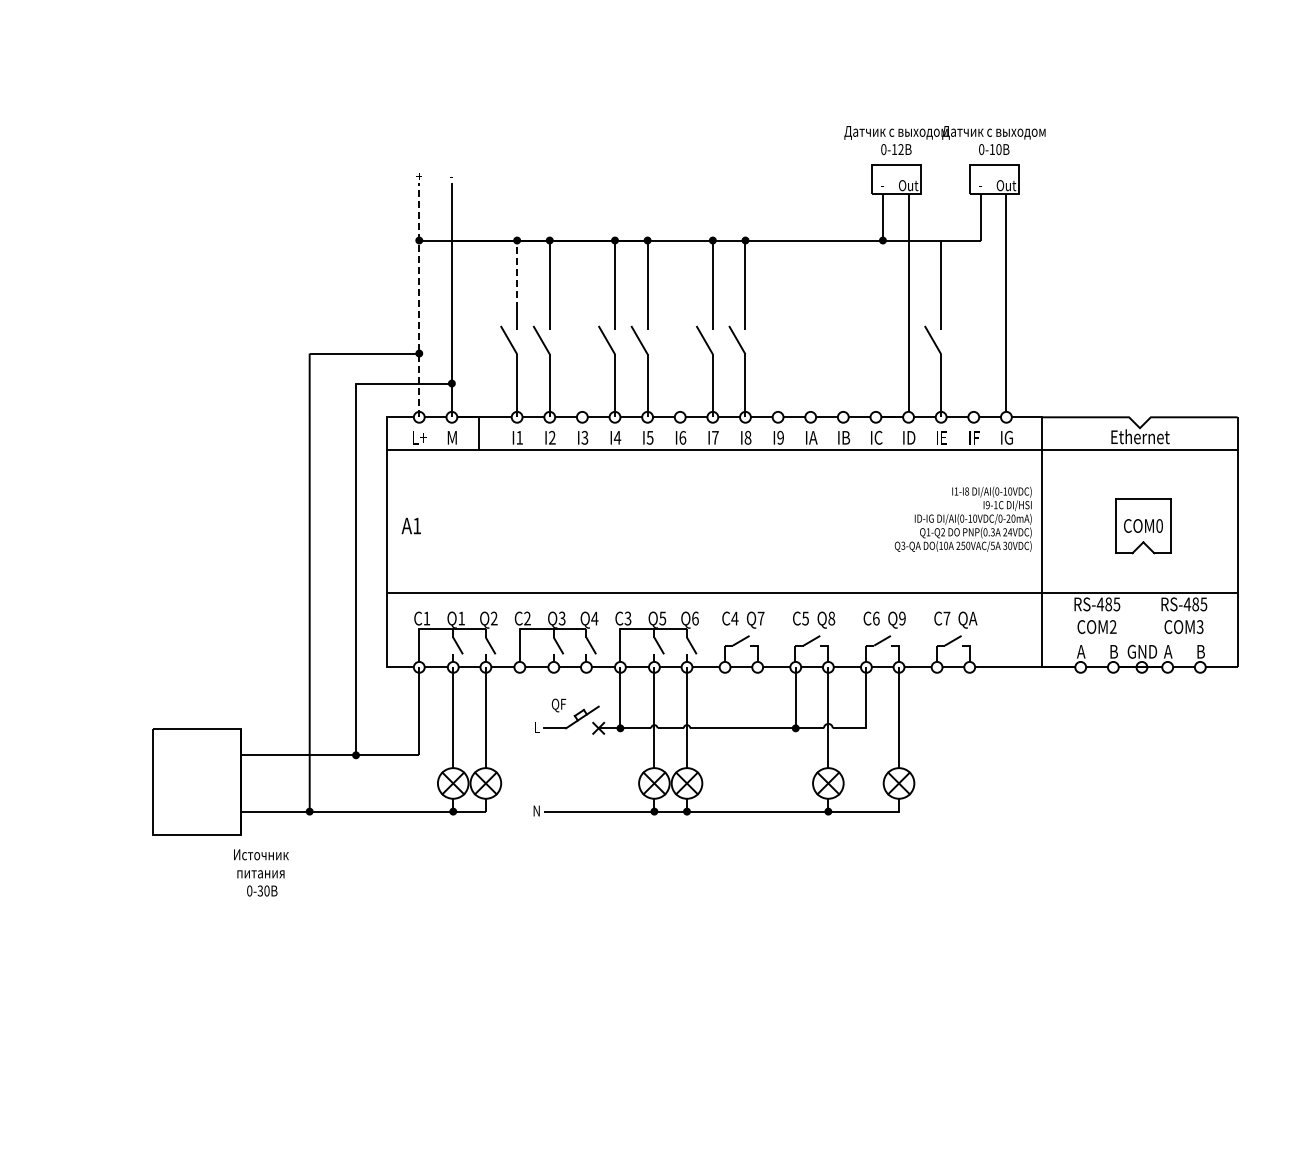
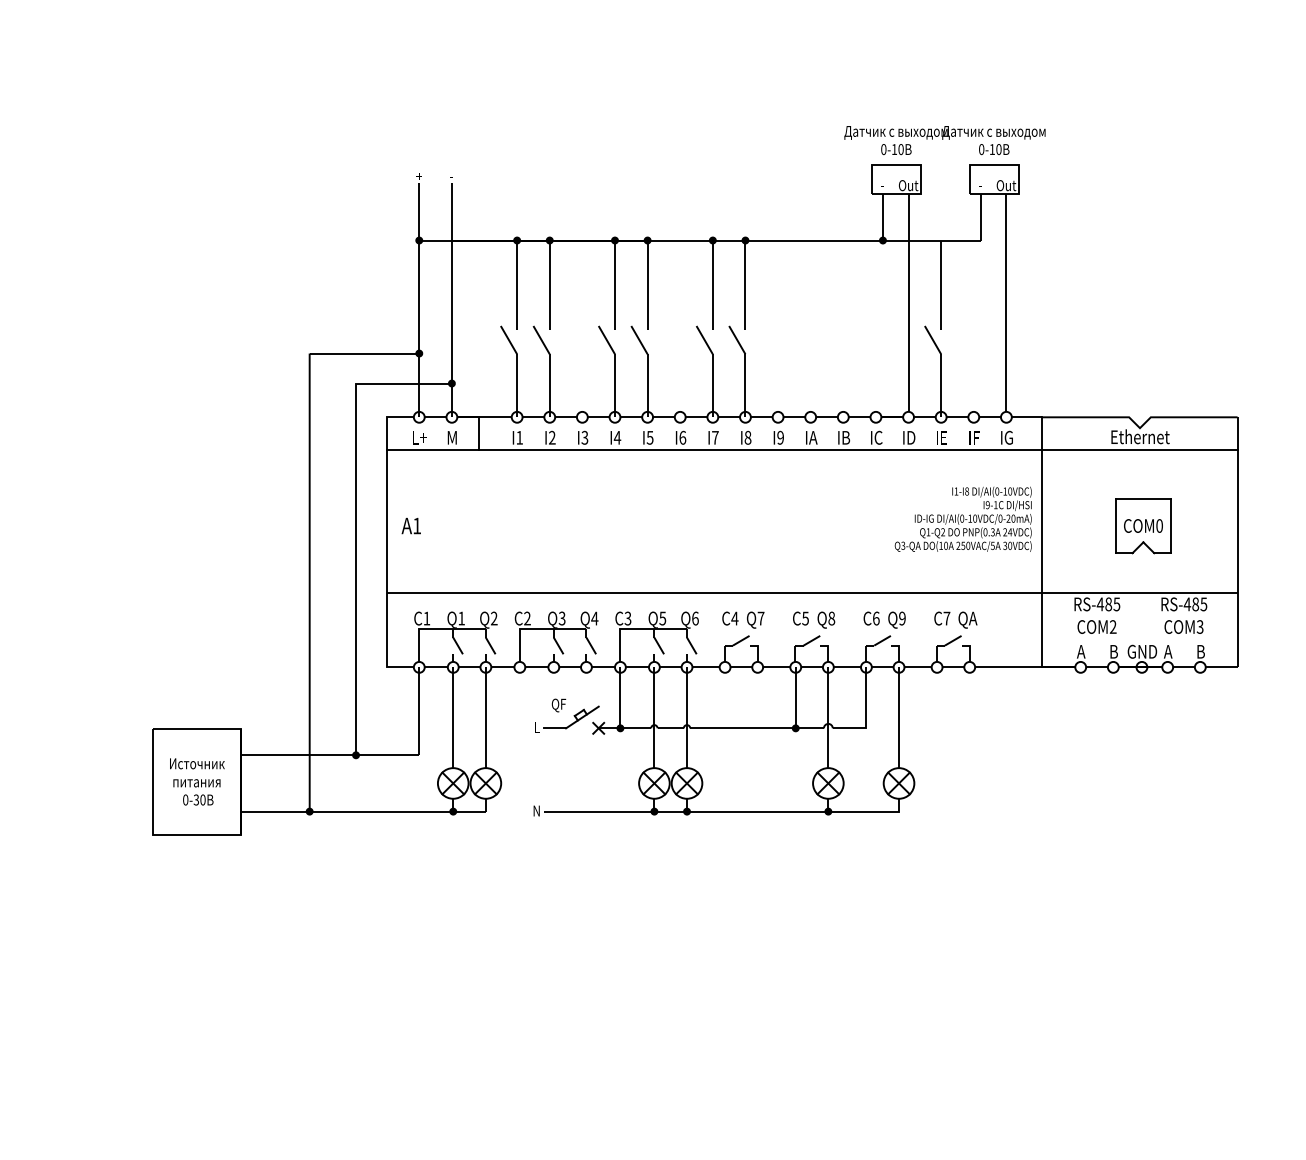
text at (900, 149): 0-12 -> 0-10
line at (517, 274): dashed -> solid
line at (419, 299): dashed -> solid
text at (261, 872) position: (261, 872) -> (197, 781)
